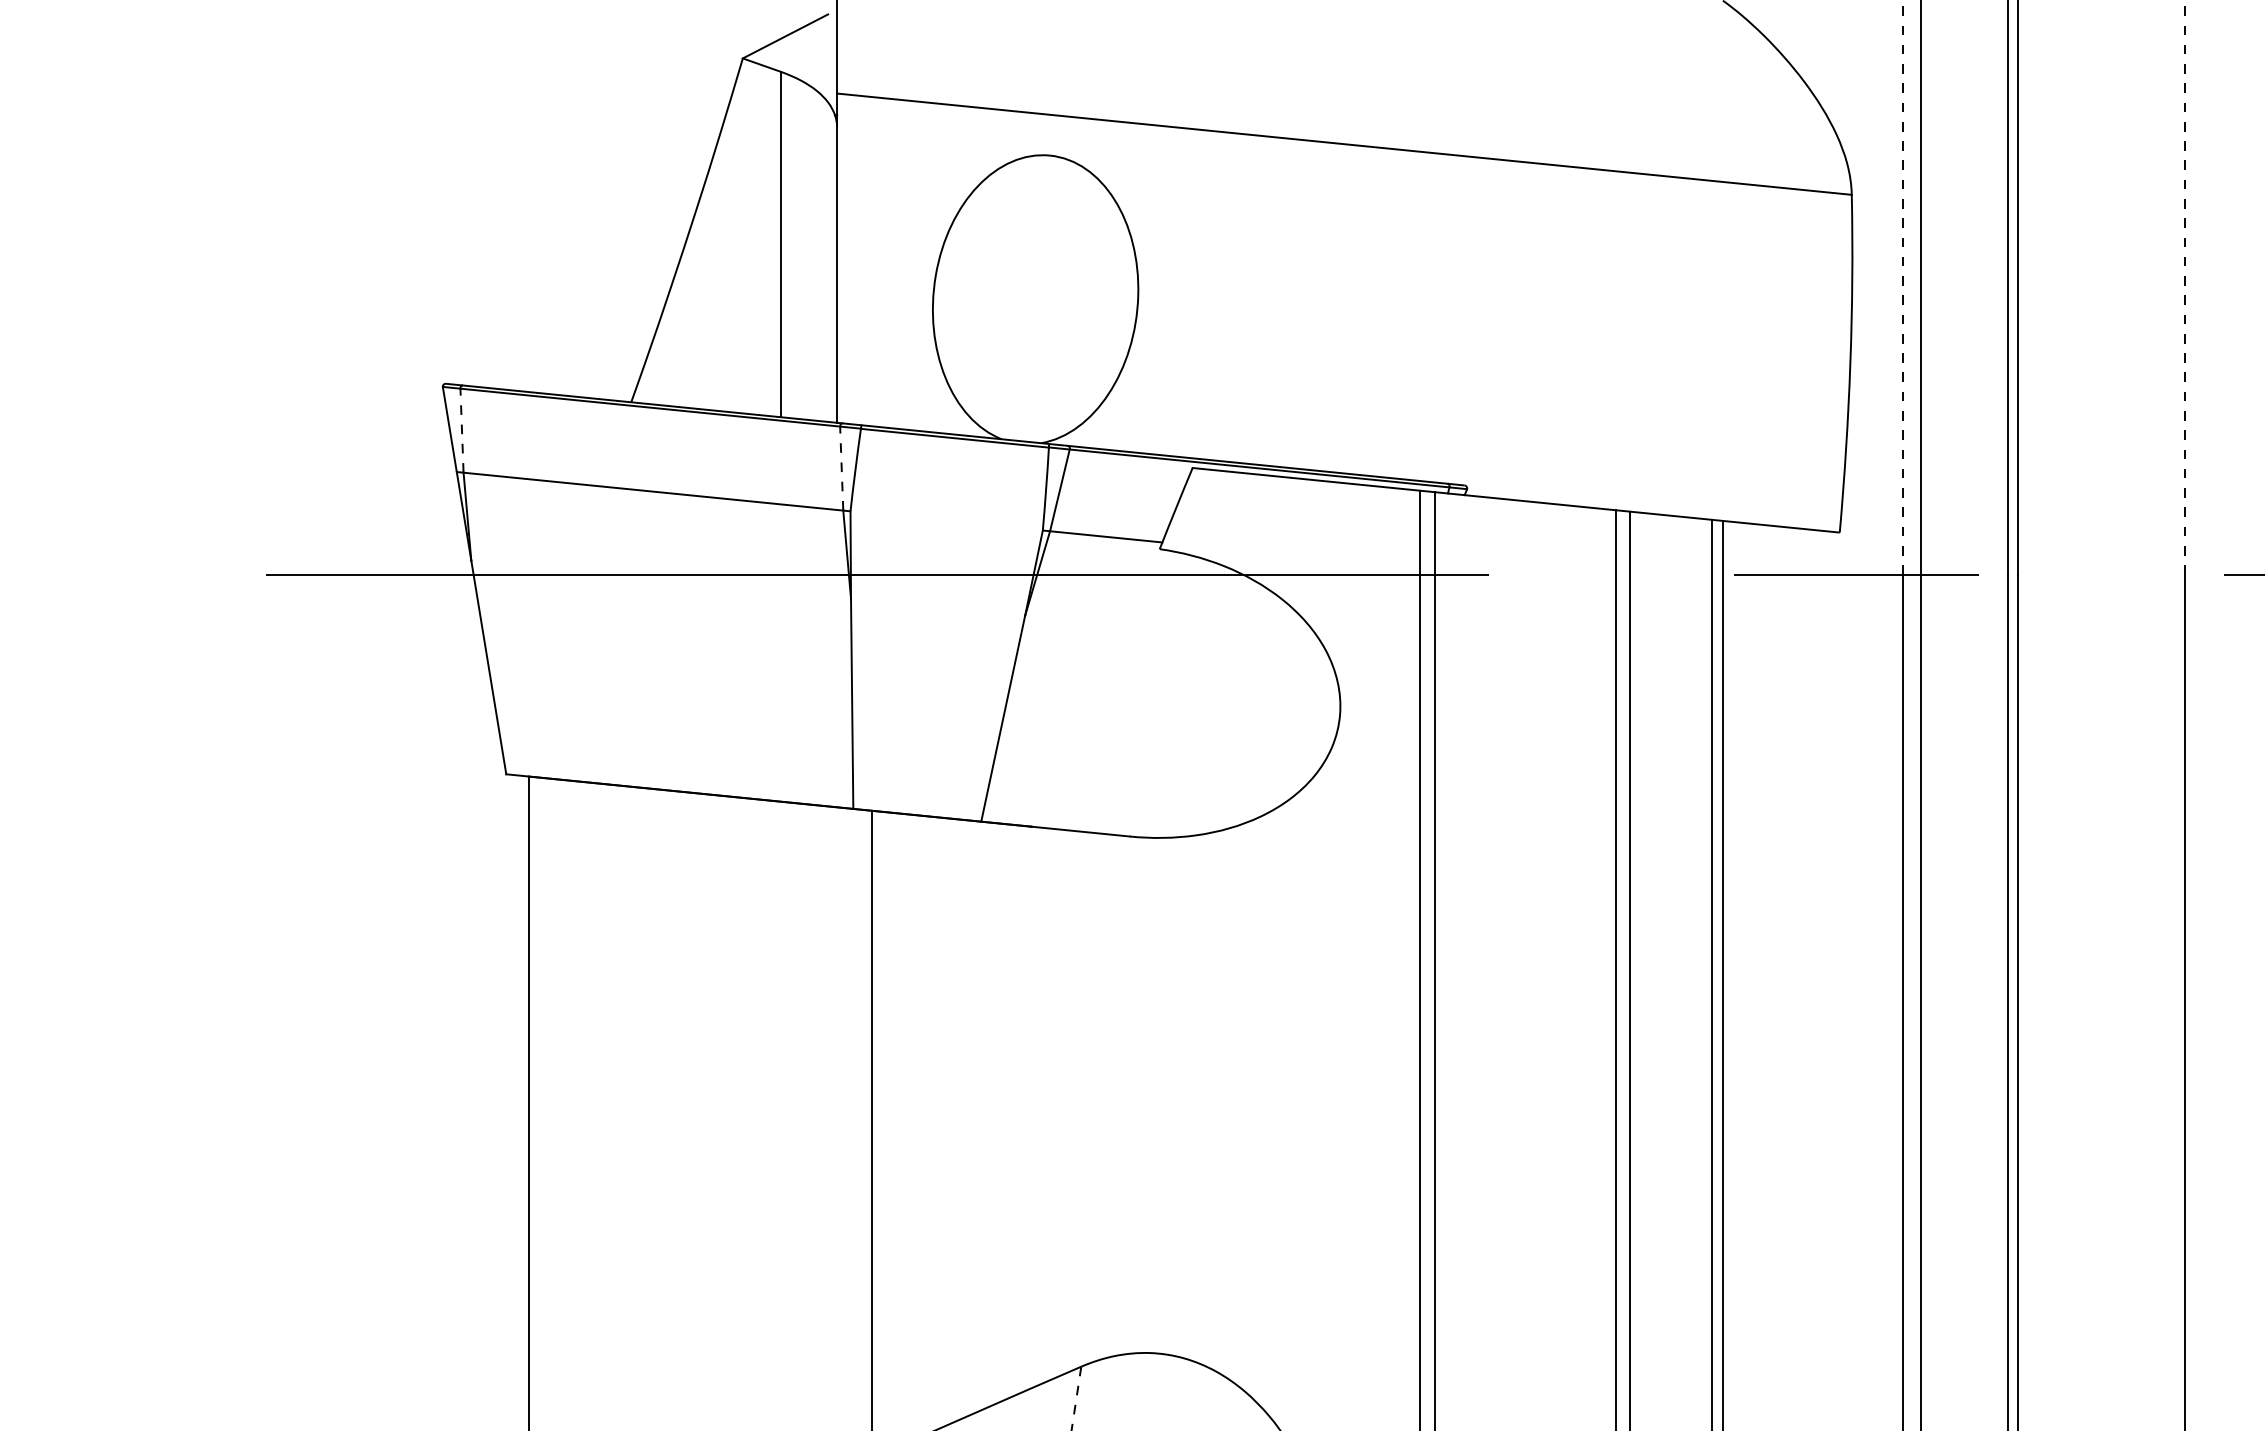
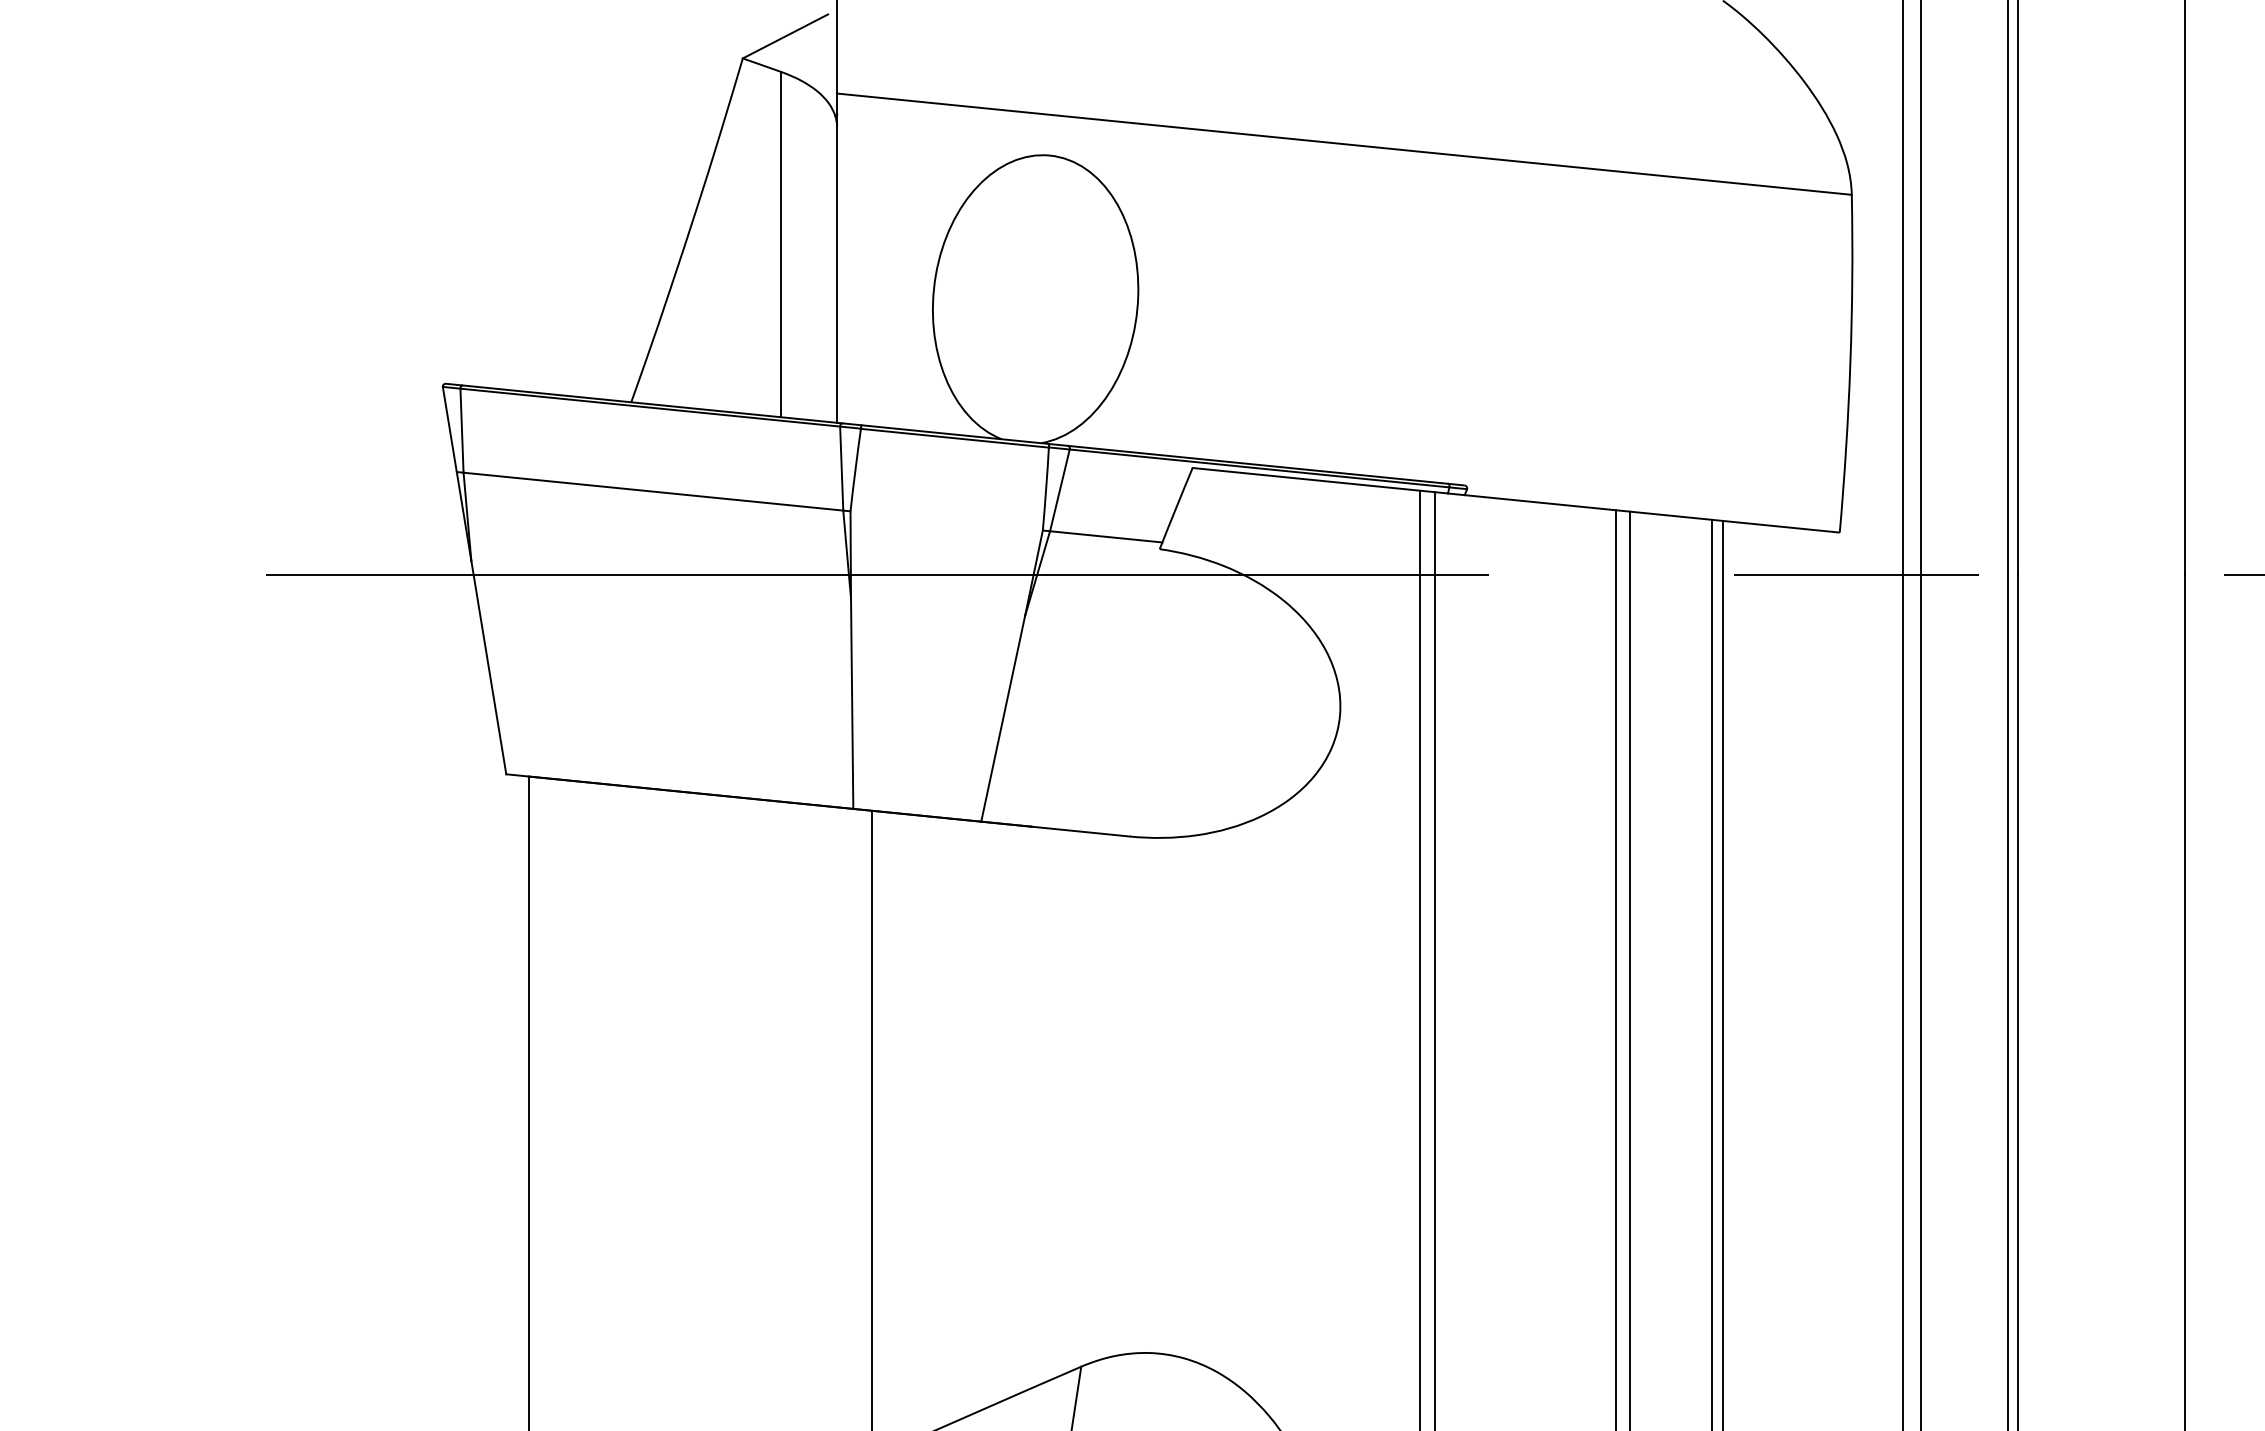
line at (1903, 287): dashed -> solid
line at (2184, 287): dashed -> solid
line at (462, 430): dashed -> solid
line at (841, 468): dashed -> solid
line at (1076, 1399): dashed -> solid
